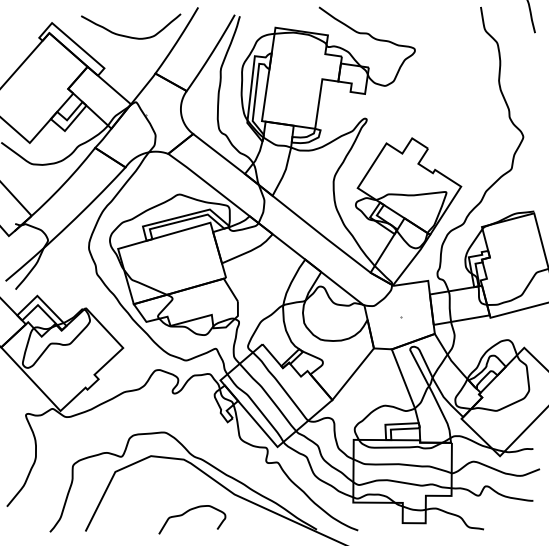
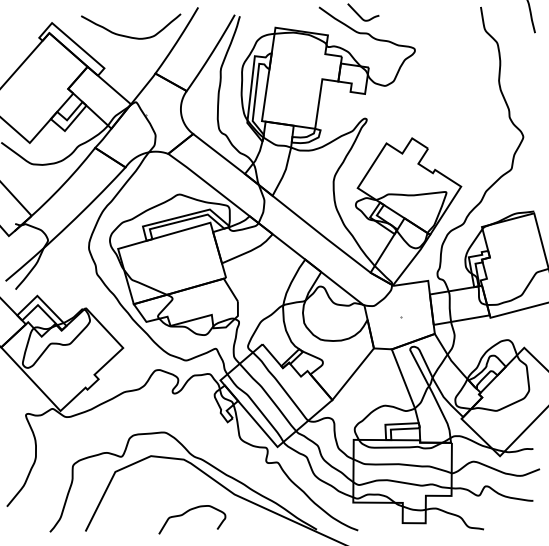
curve at (360, 15): none -> present
